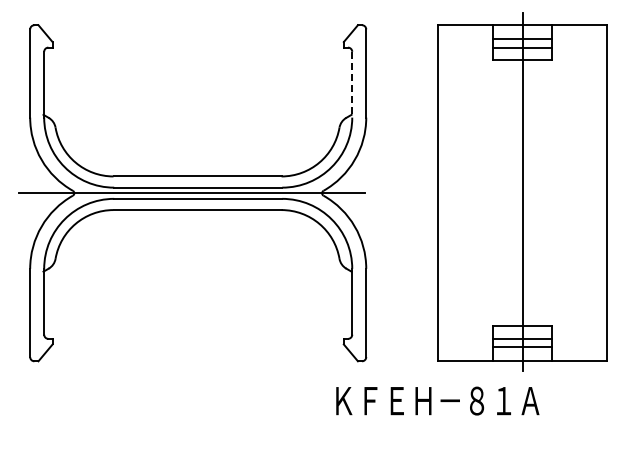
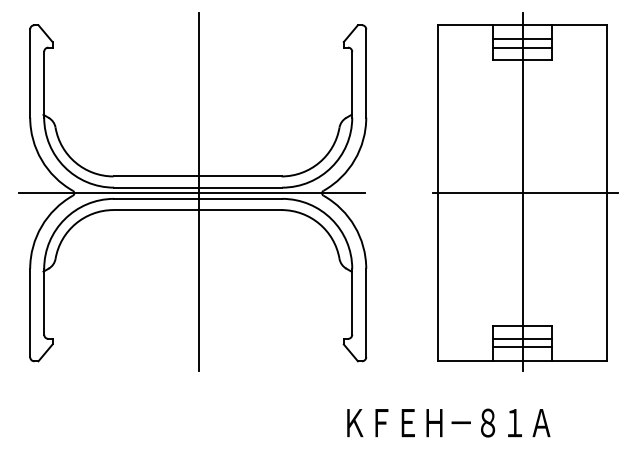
line at (352, 84): dashed -> solid
line at (198, 192): none -> present
line at (524, 193): none -> present
text at (437, 400) position: (437, 400) -> (448, 422)
